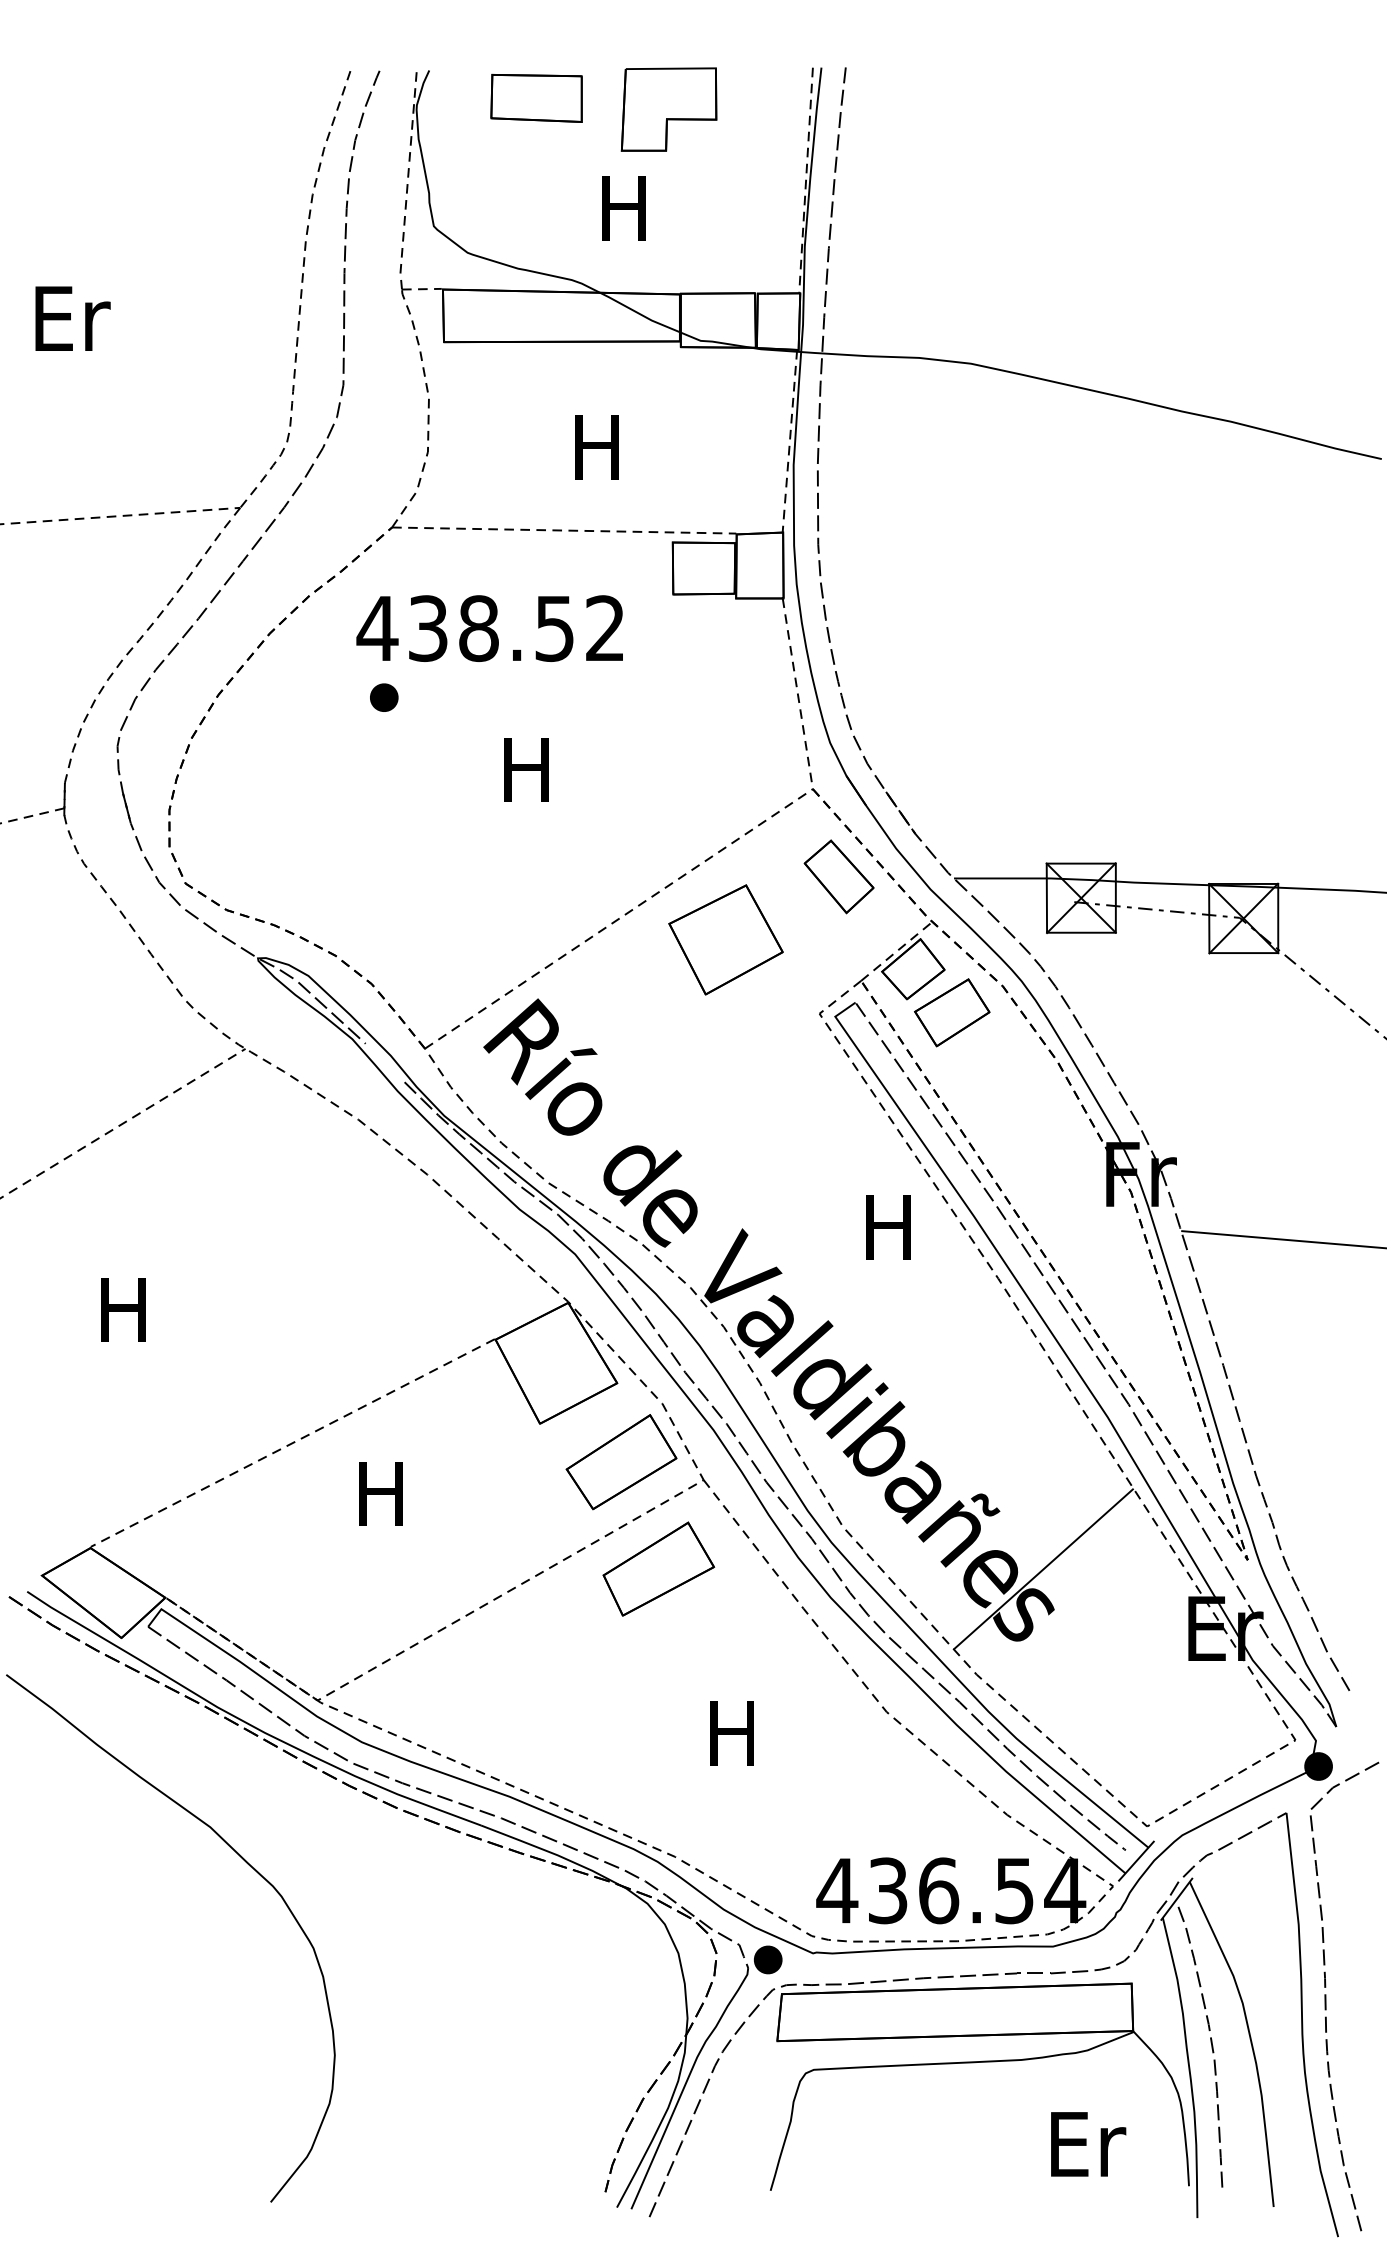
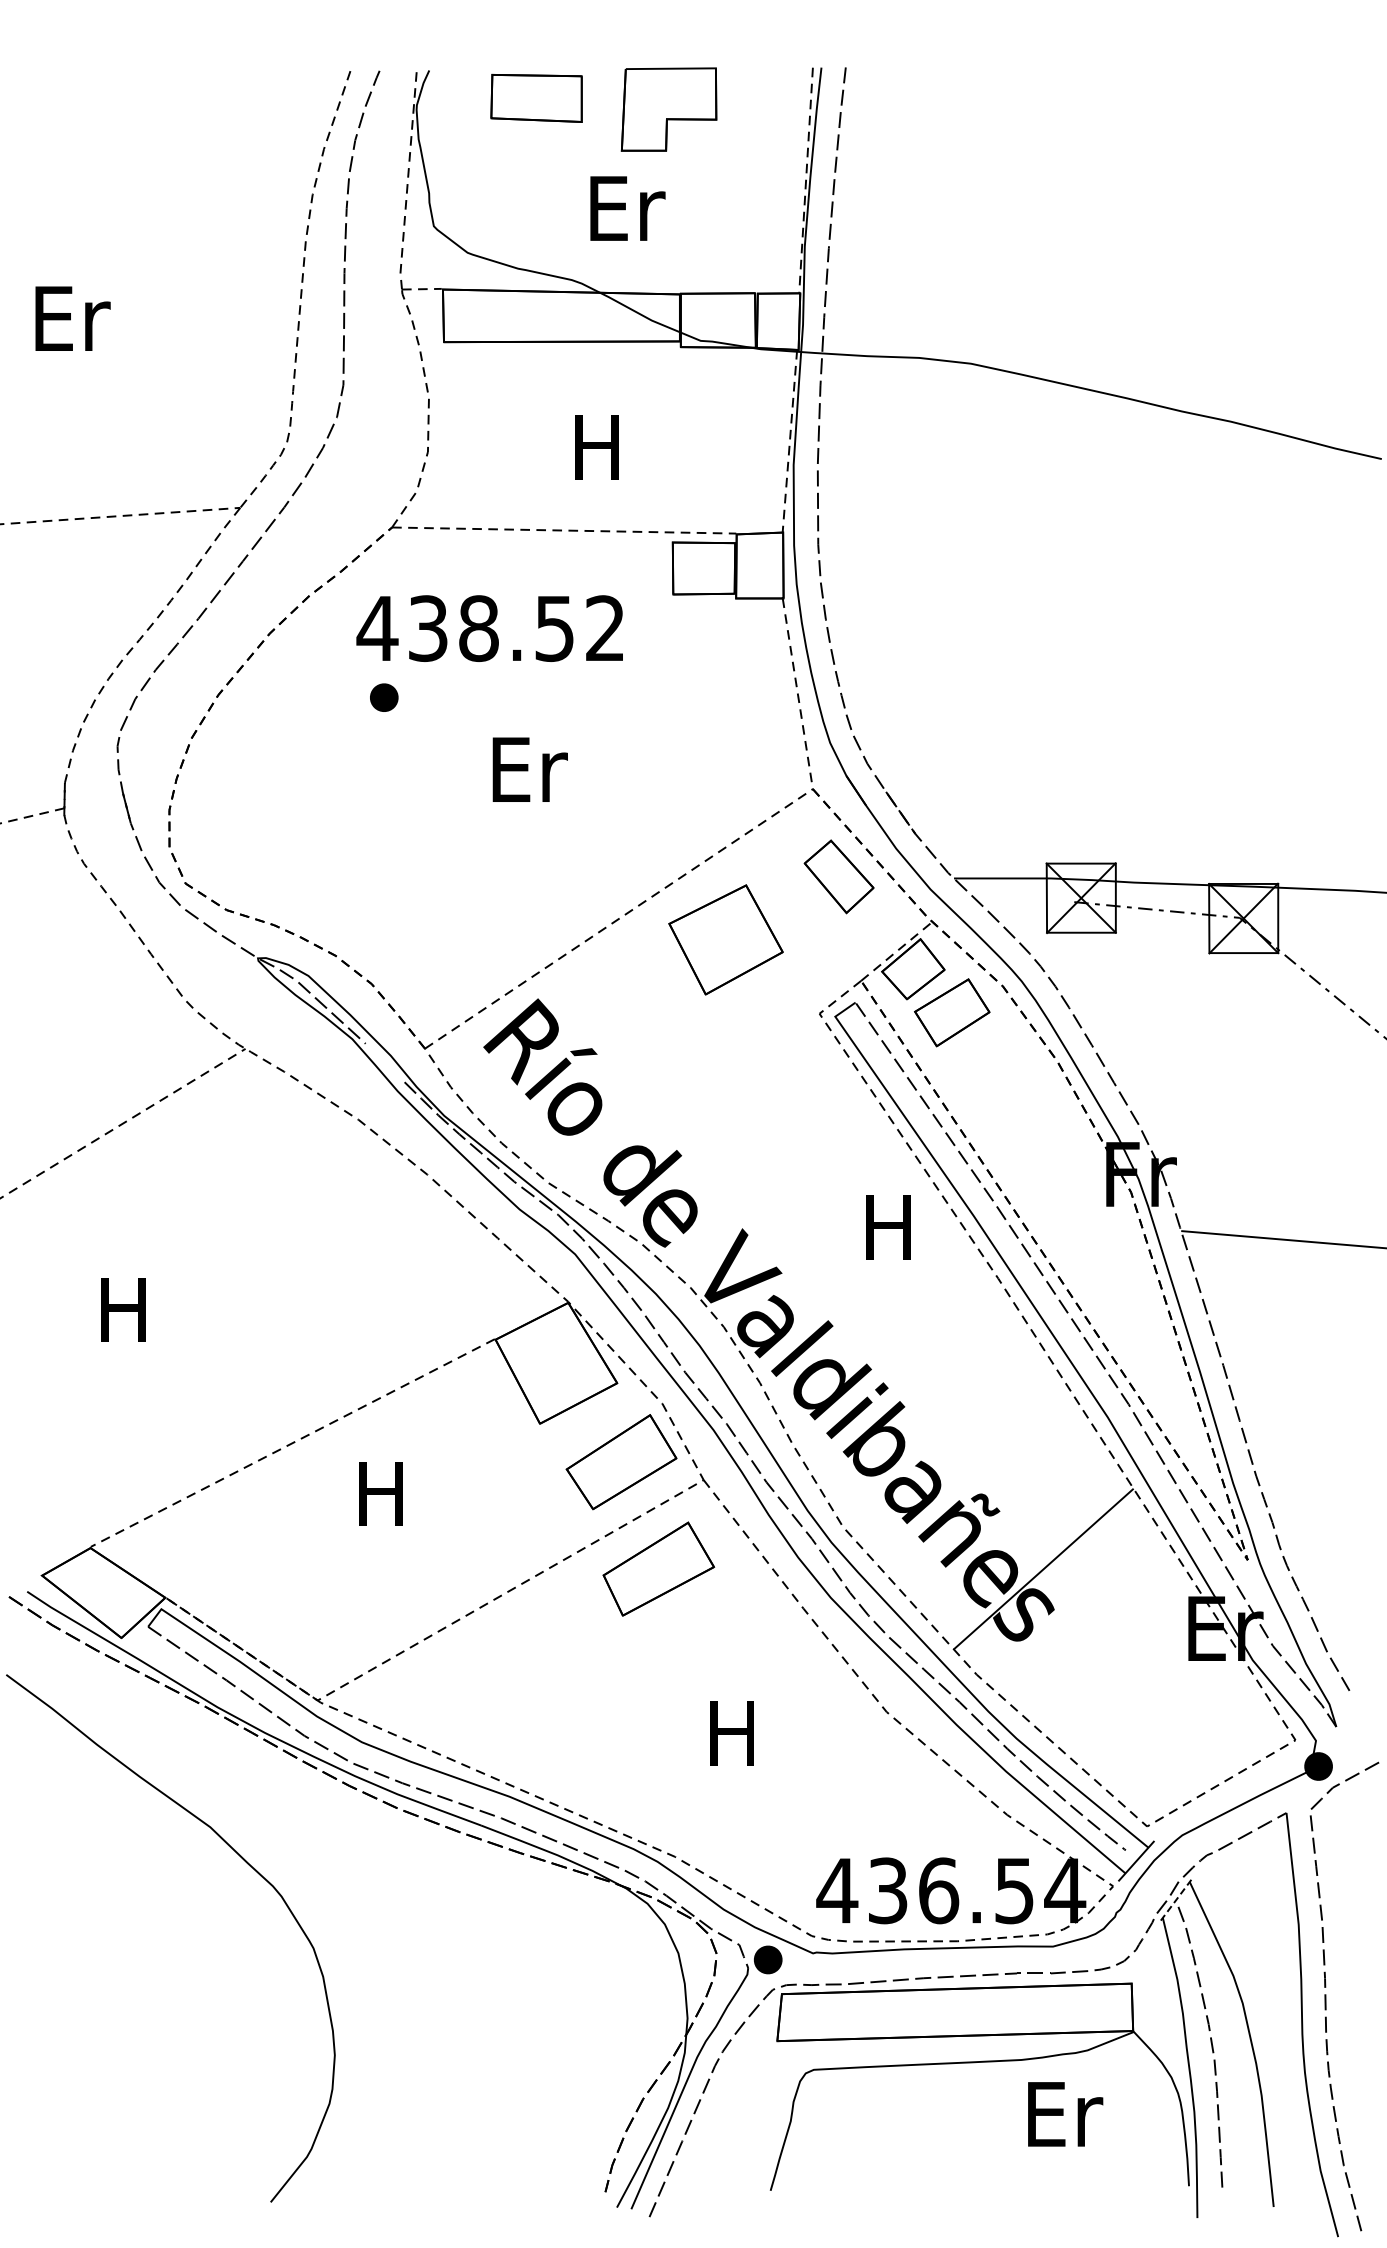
text at (627, 208): H -> Er
text at (529, 769): H -> Er
line at (1176, 1899): solid -> dashed
text at (1088, 2144) position: (1088, 2144) -> (1065, 2114)
